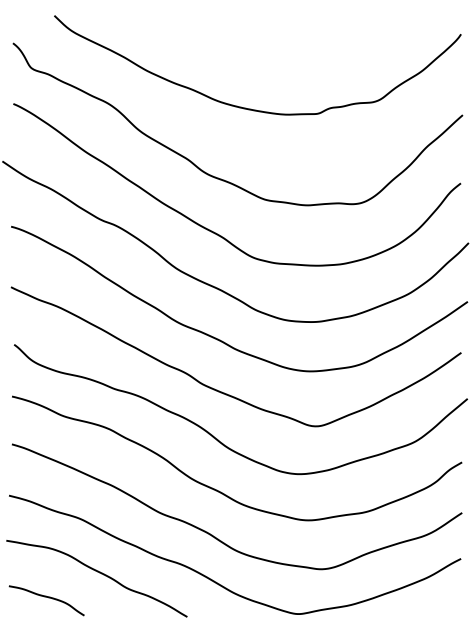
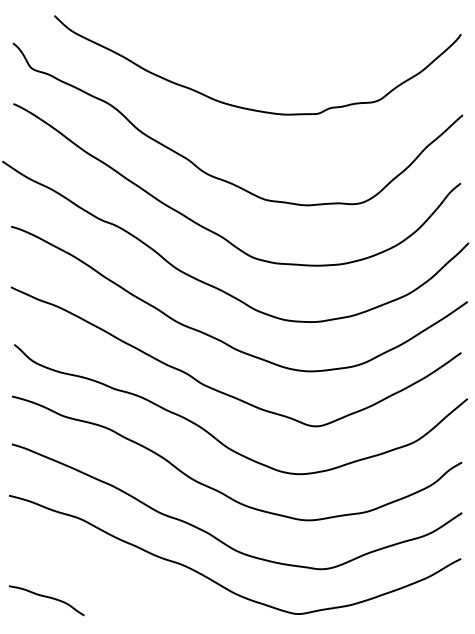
curve at (99, 573): present -> none
